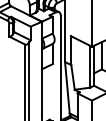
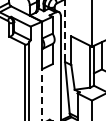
line at (65, 31): solid -> dashed
line at (42, 94): solid -> dashed
